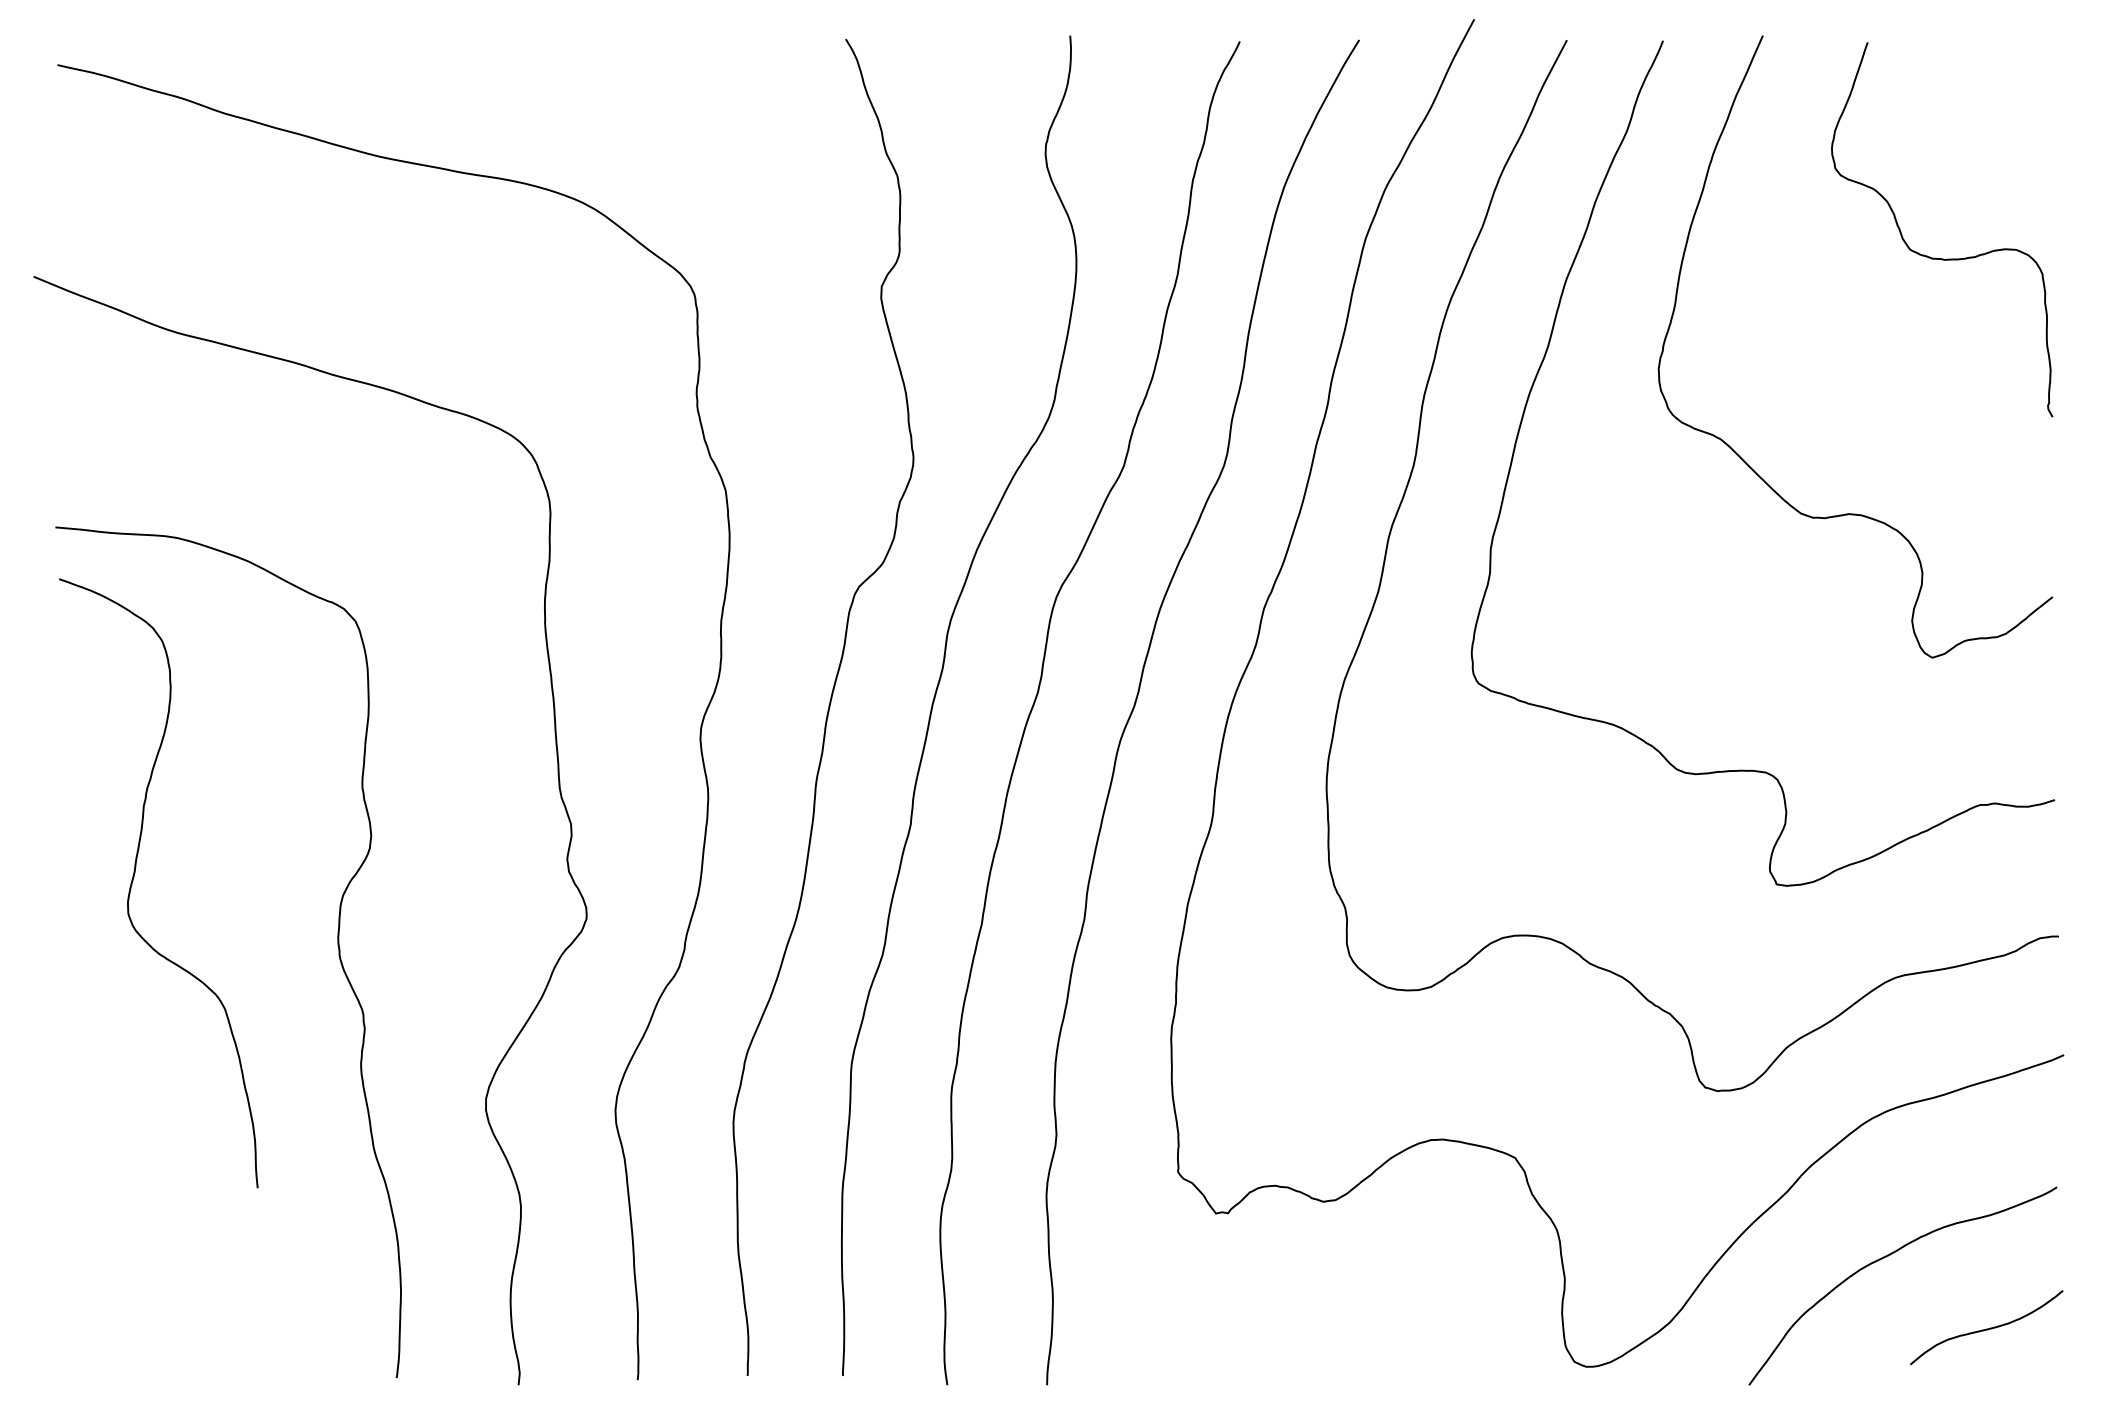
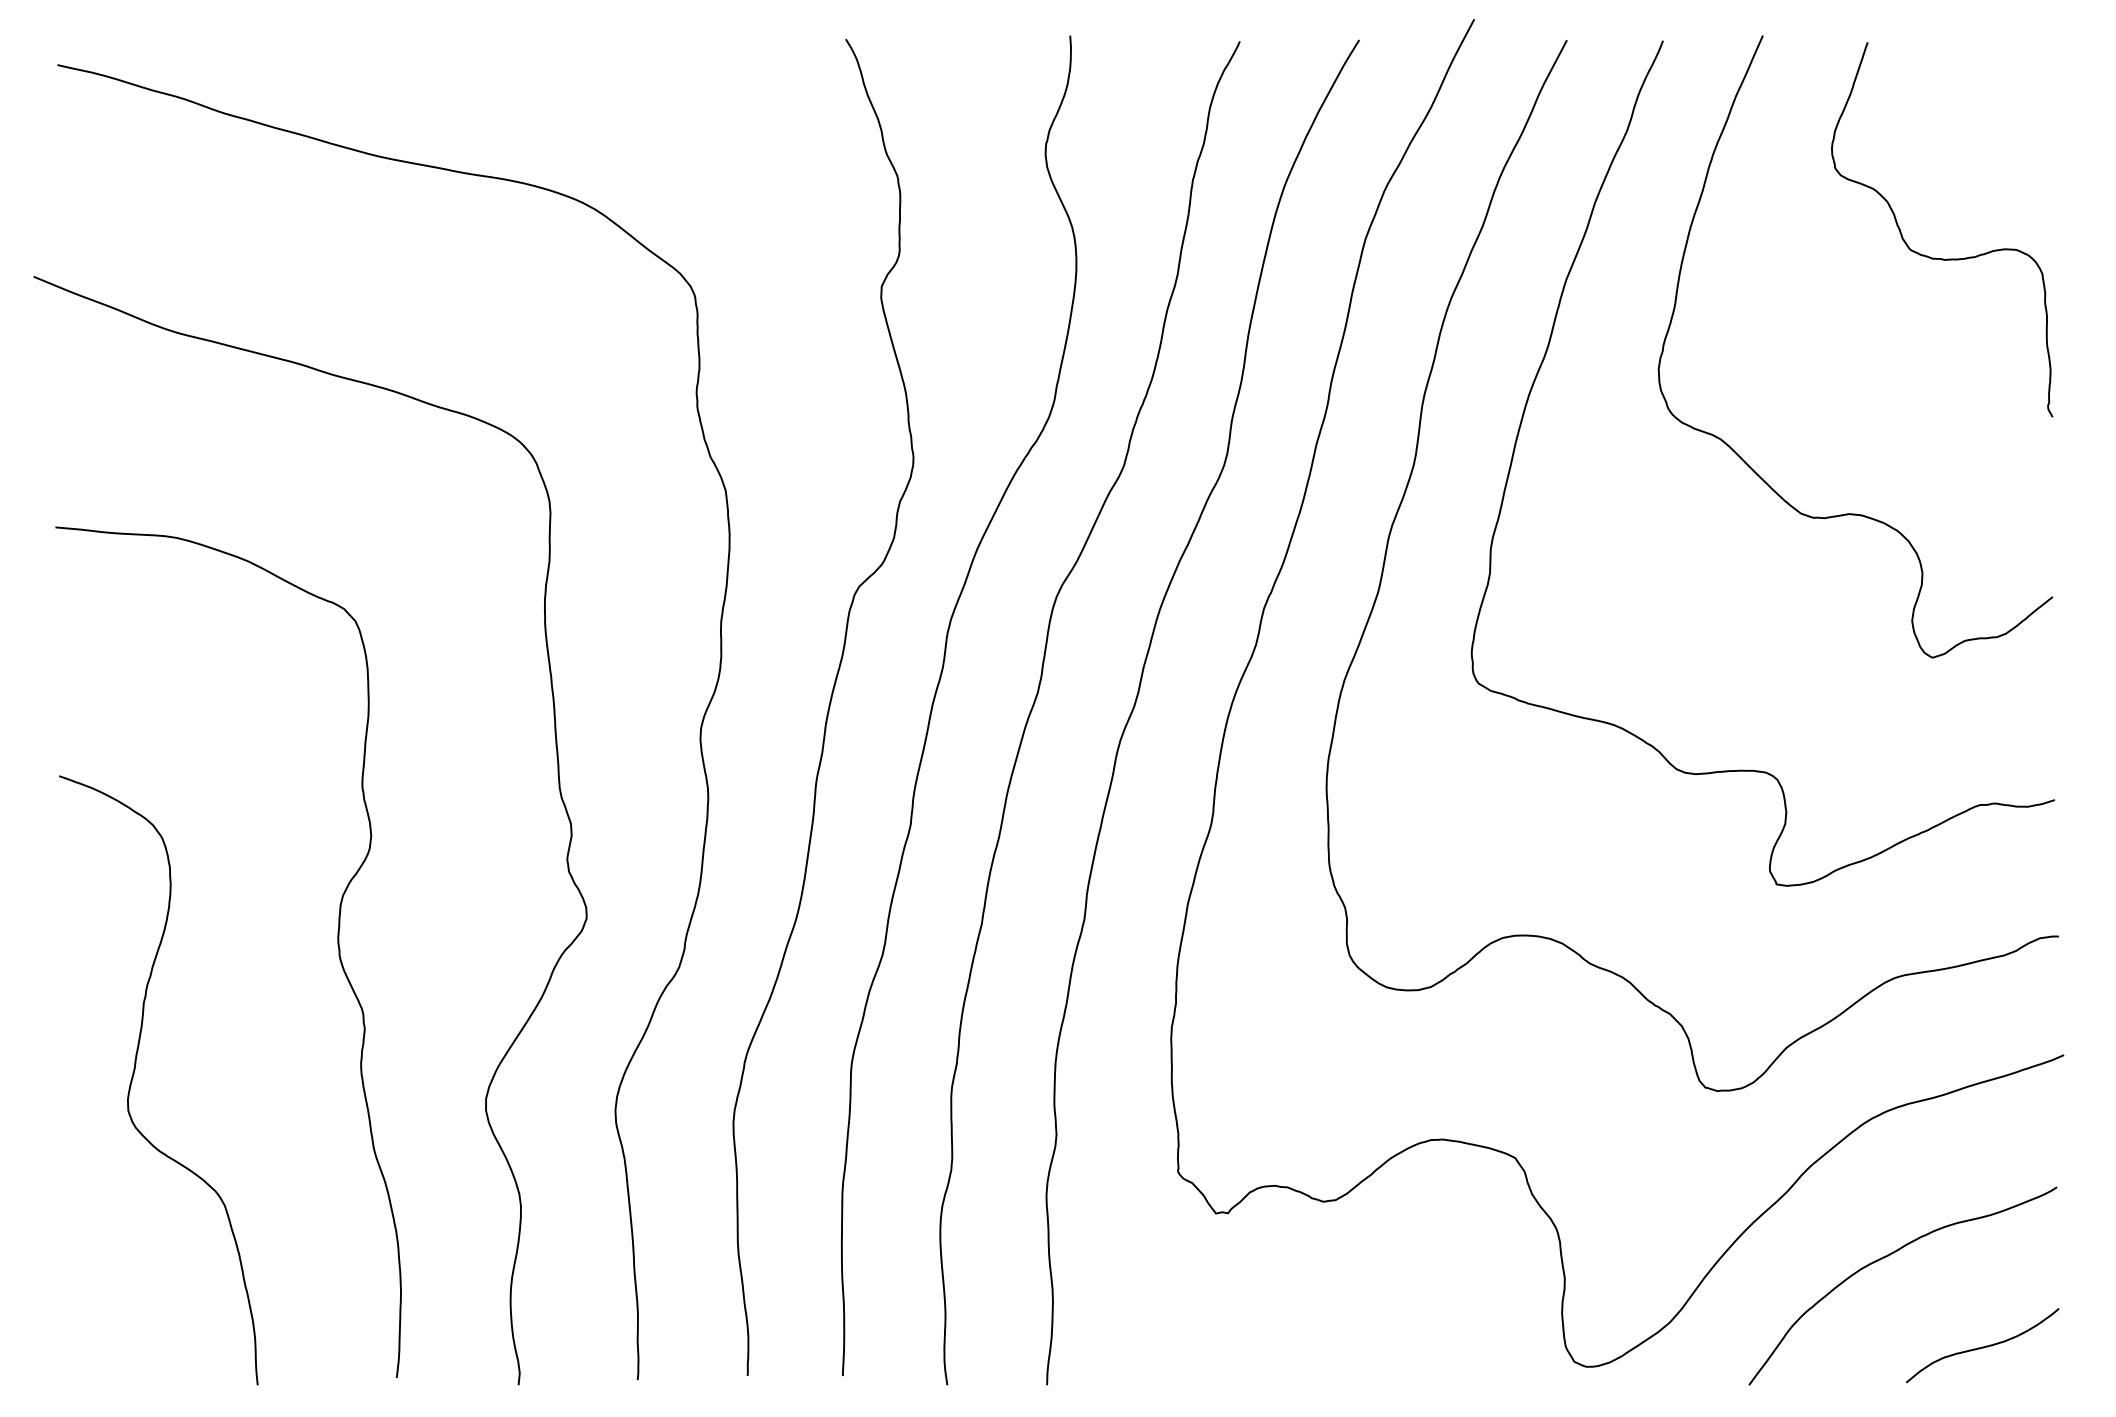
curve at (134, 877) position: (134, 877) -> (134, 1074)
curve at (1986, 1328) position: (1986, 1328) -> (1982, 1346)
